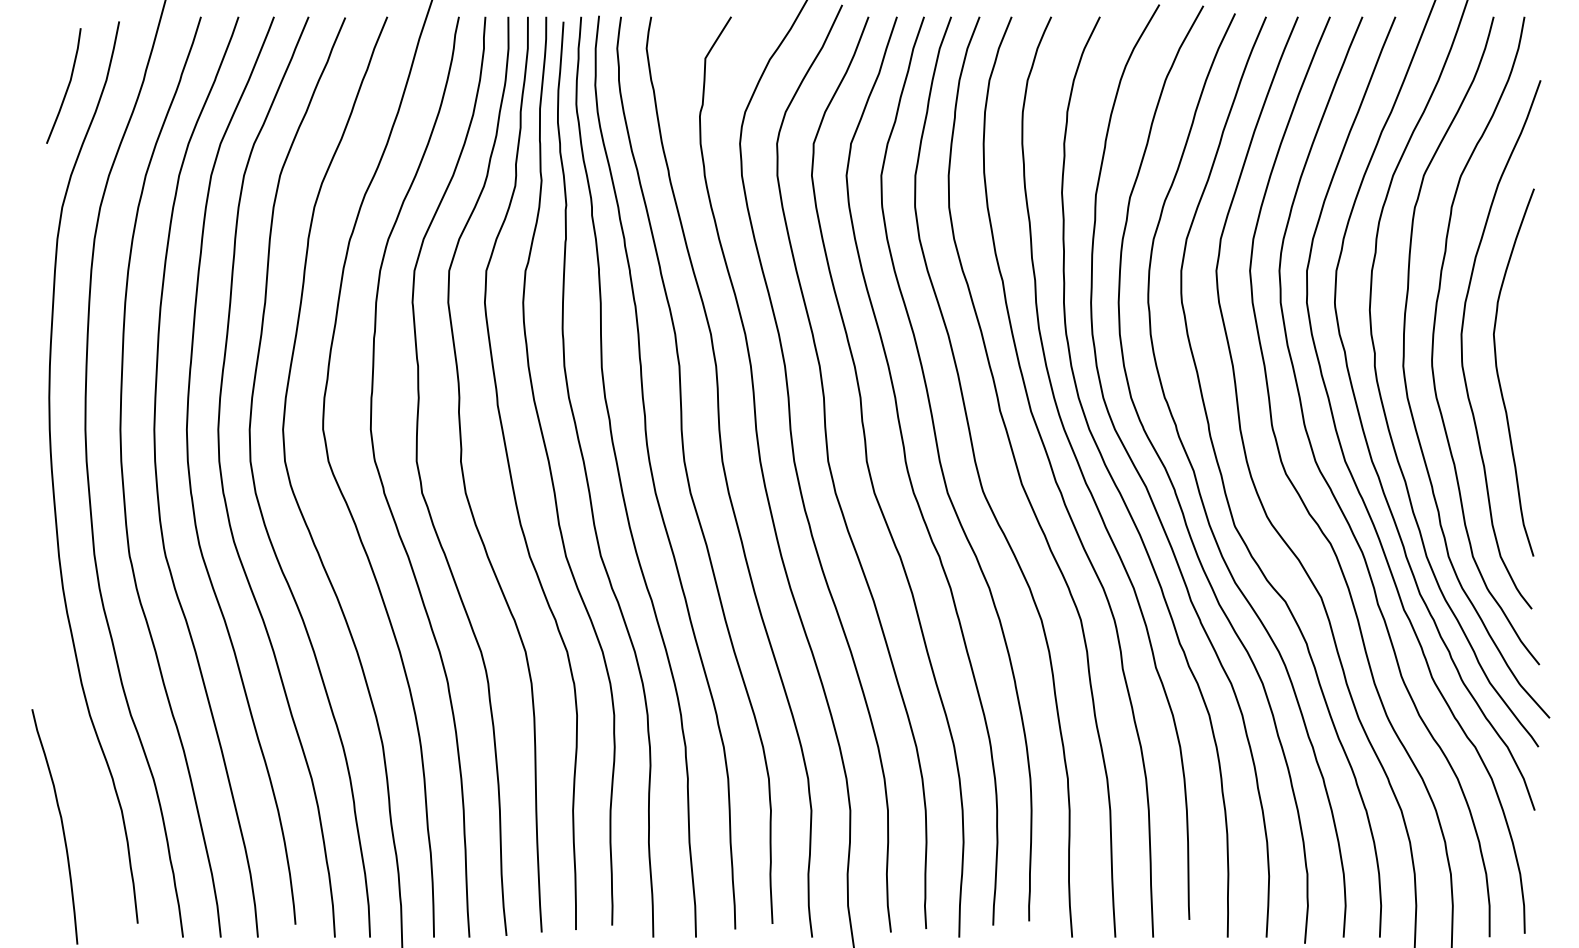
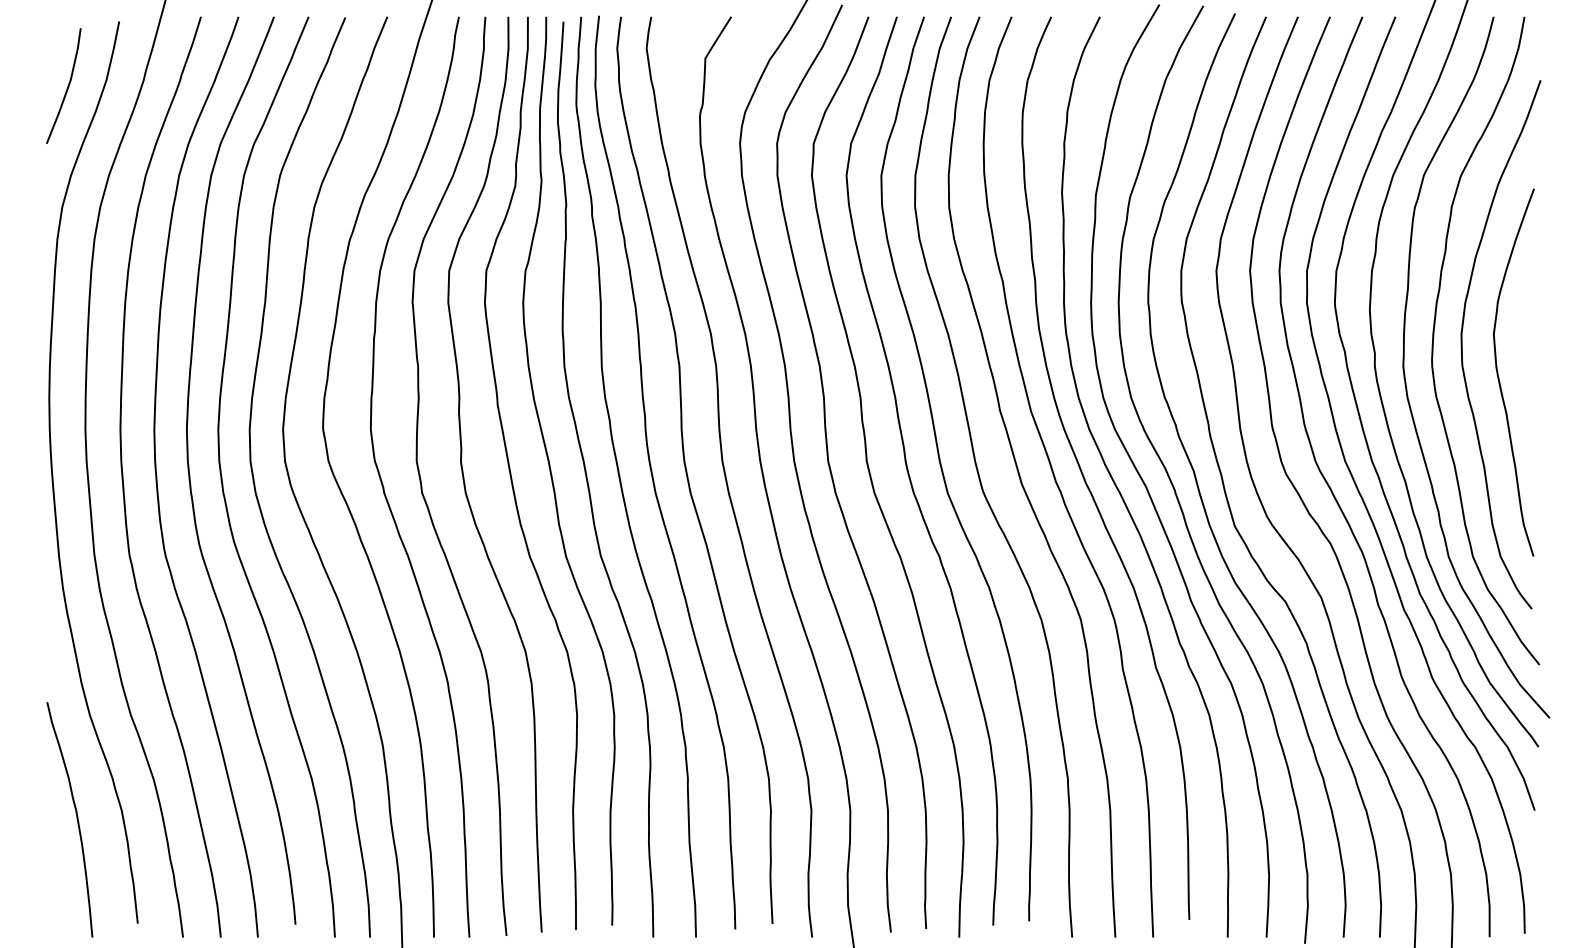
curve at (61, 826) position: (61, 826) -> (76, 819)
